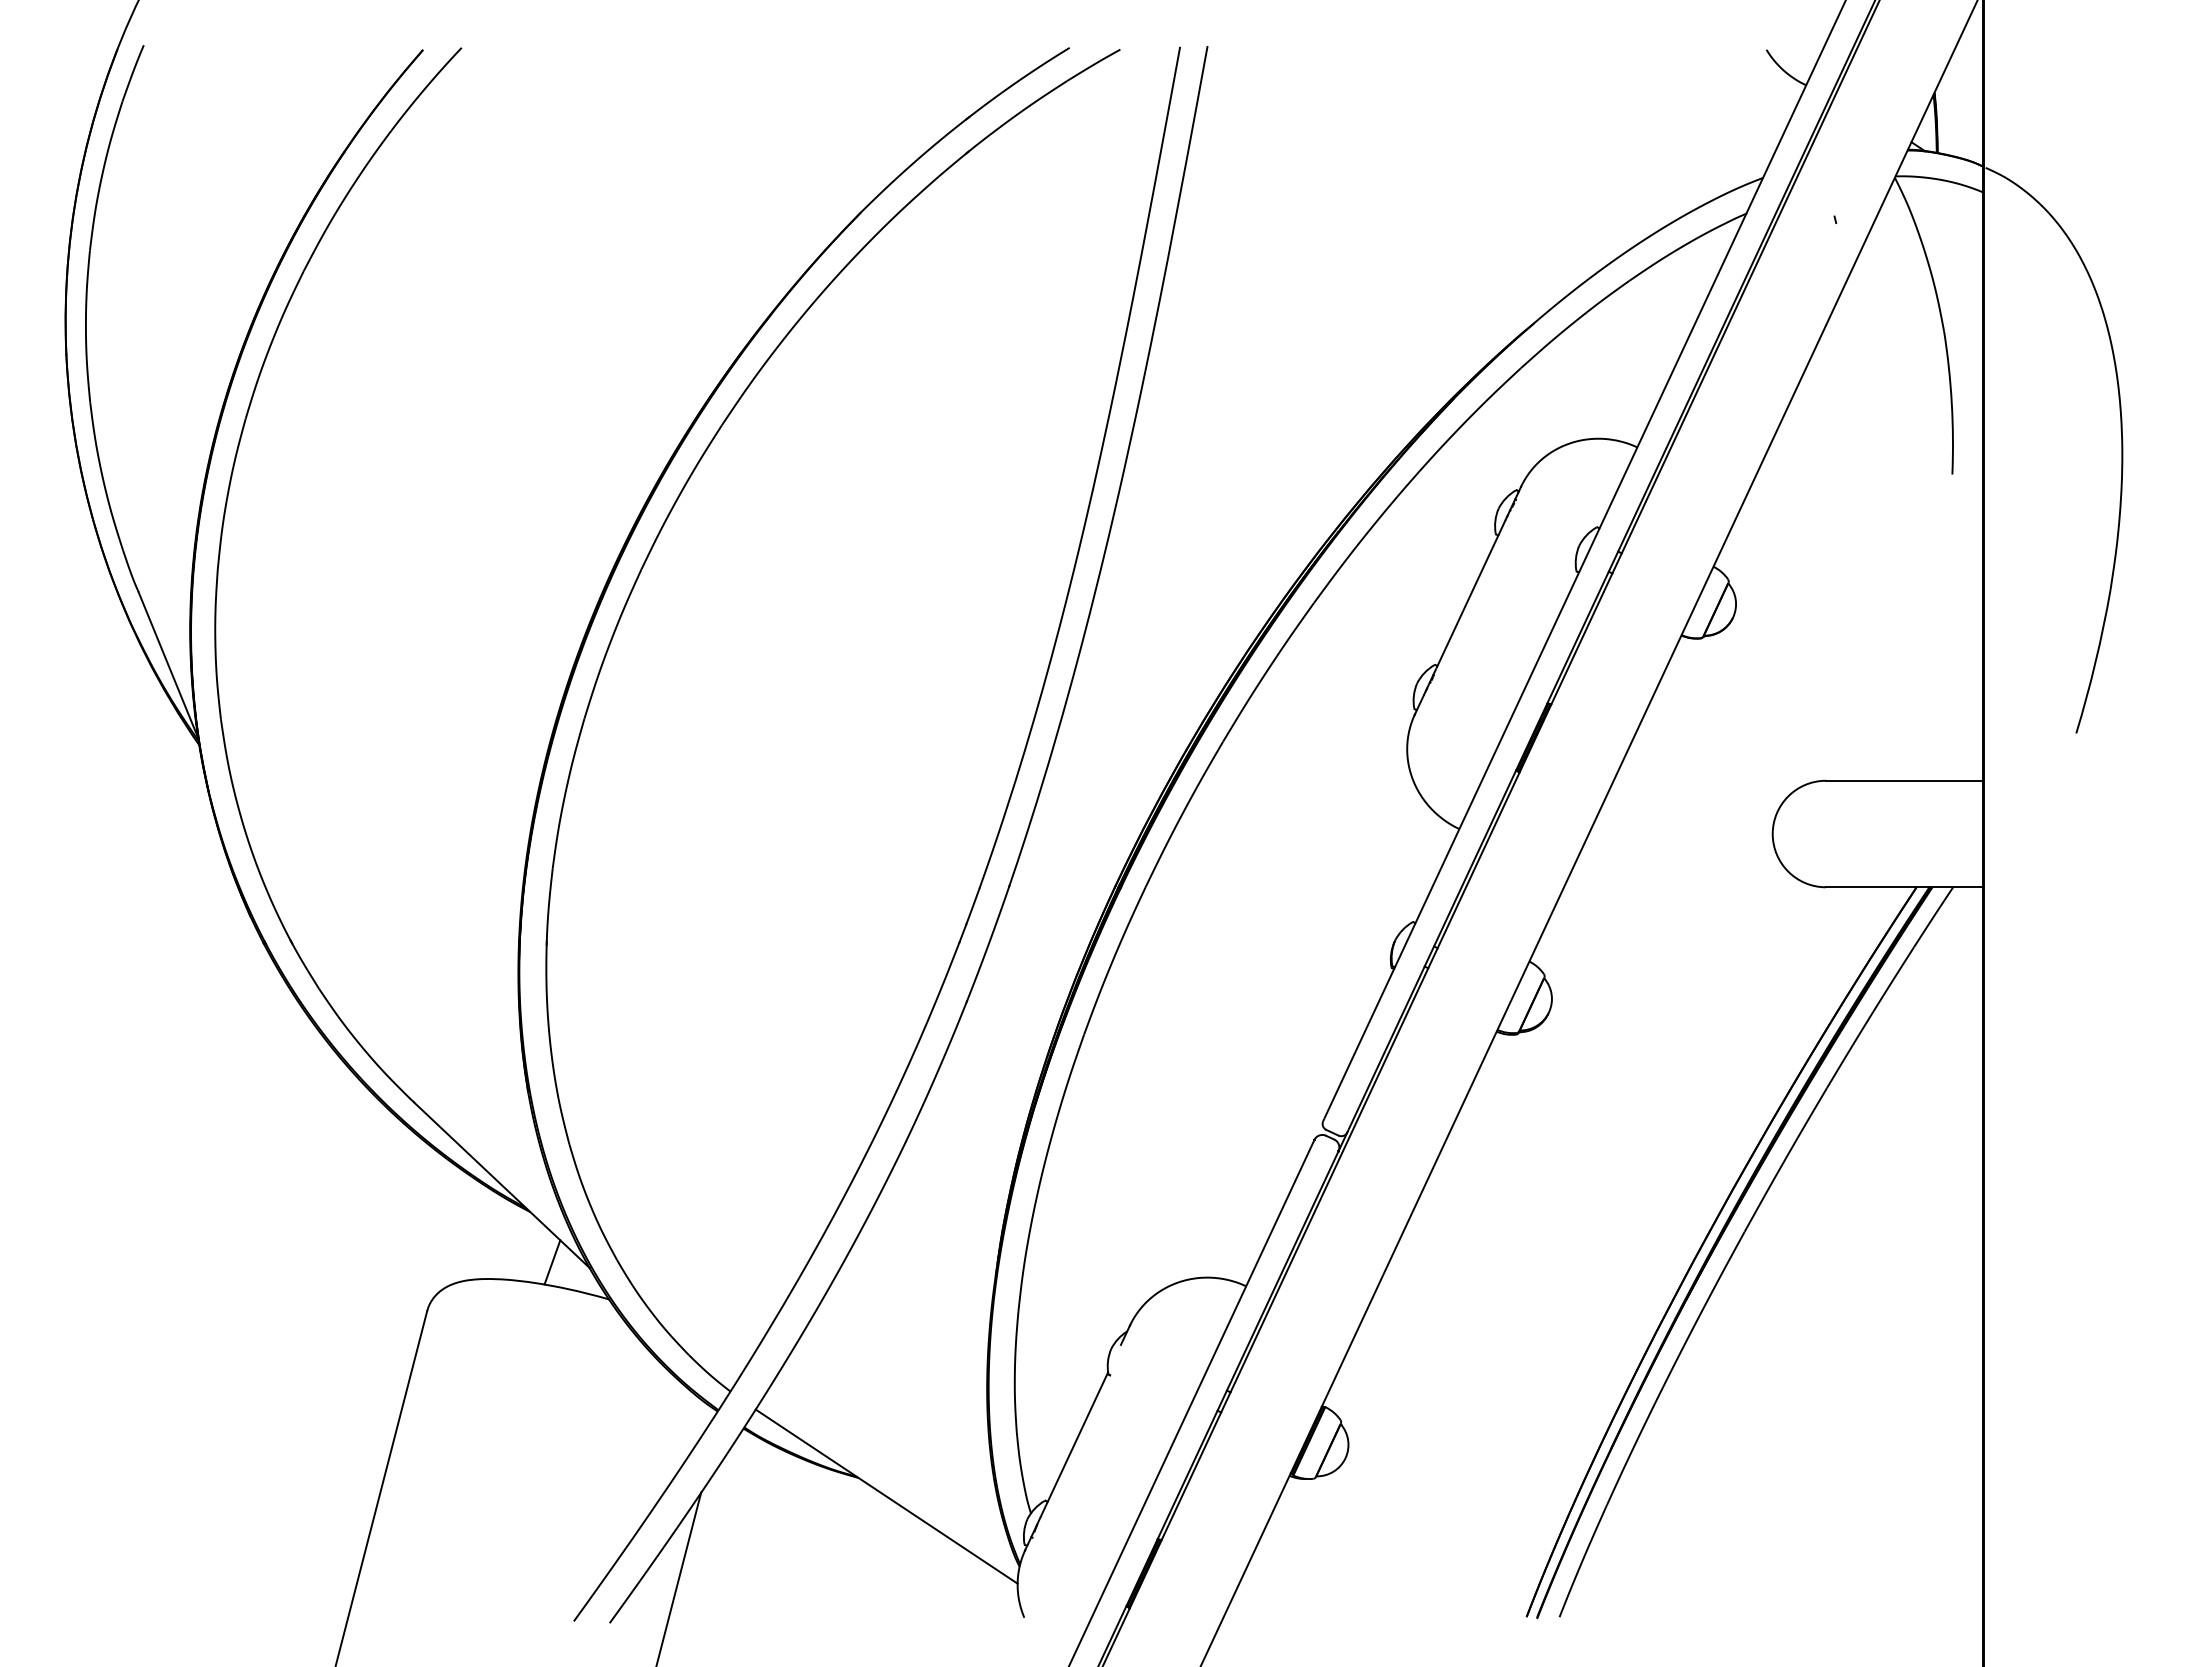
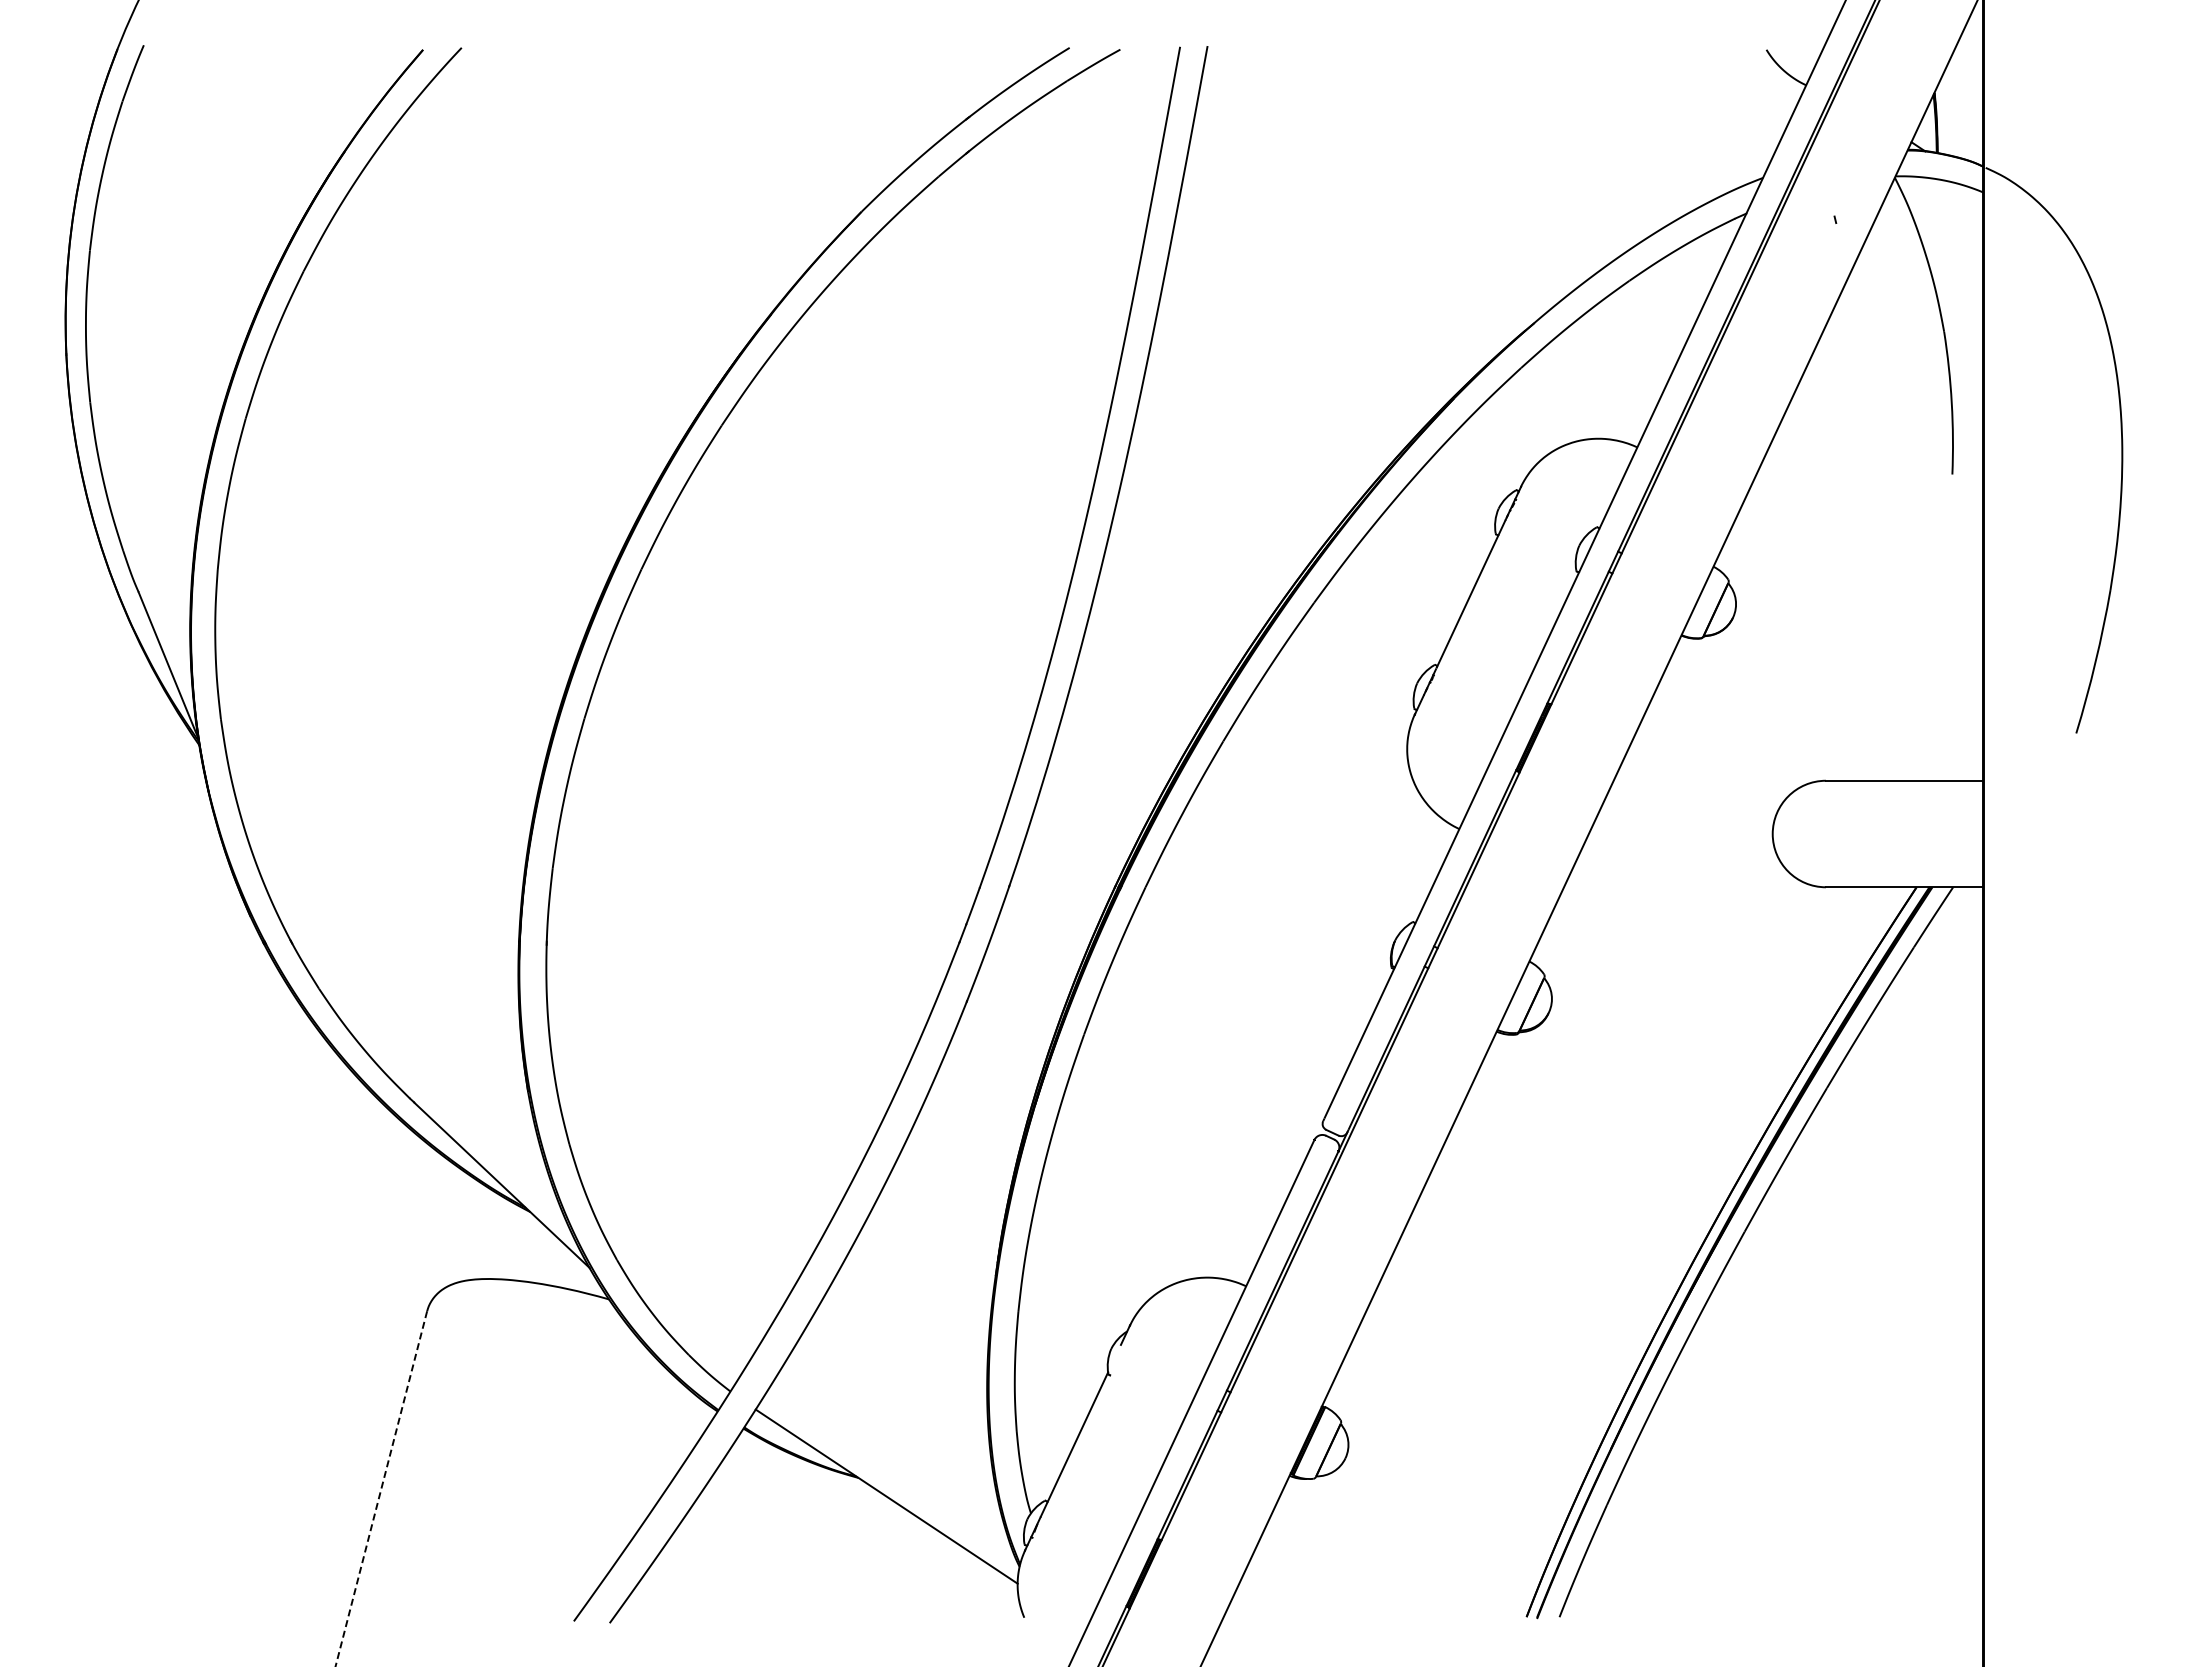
line at (552, 1262): present -> none
line at (381, 1489): solid -> dashed
line at (679, 1577): present -> none
